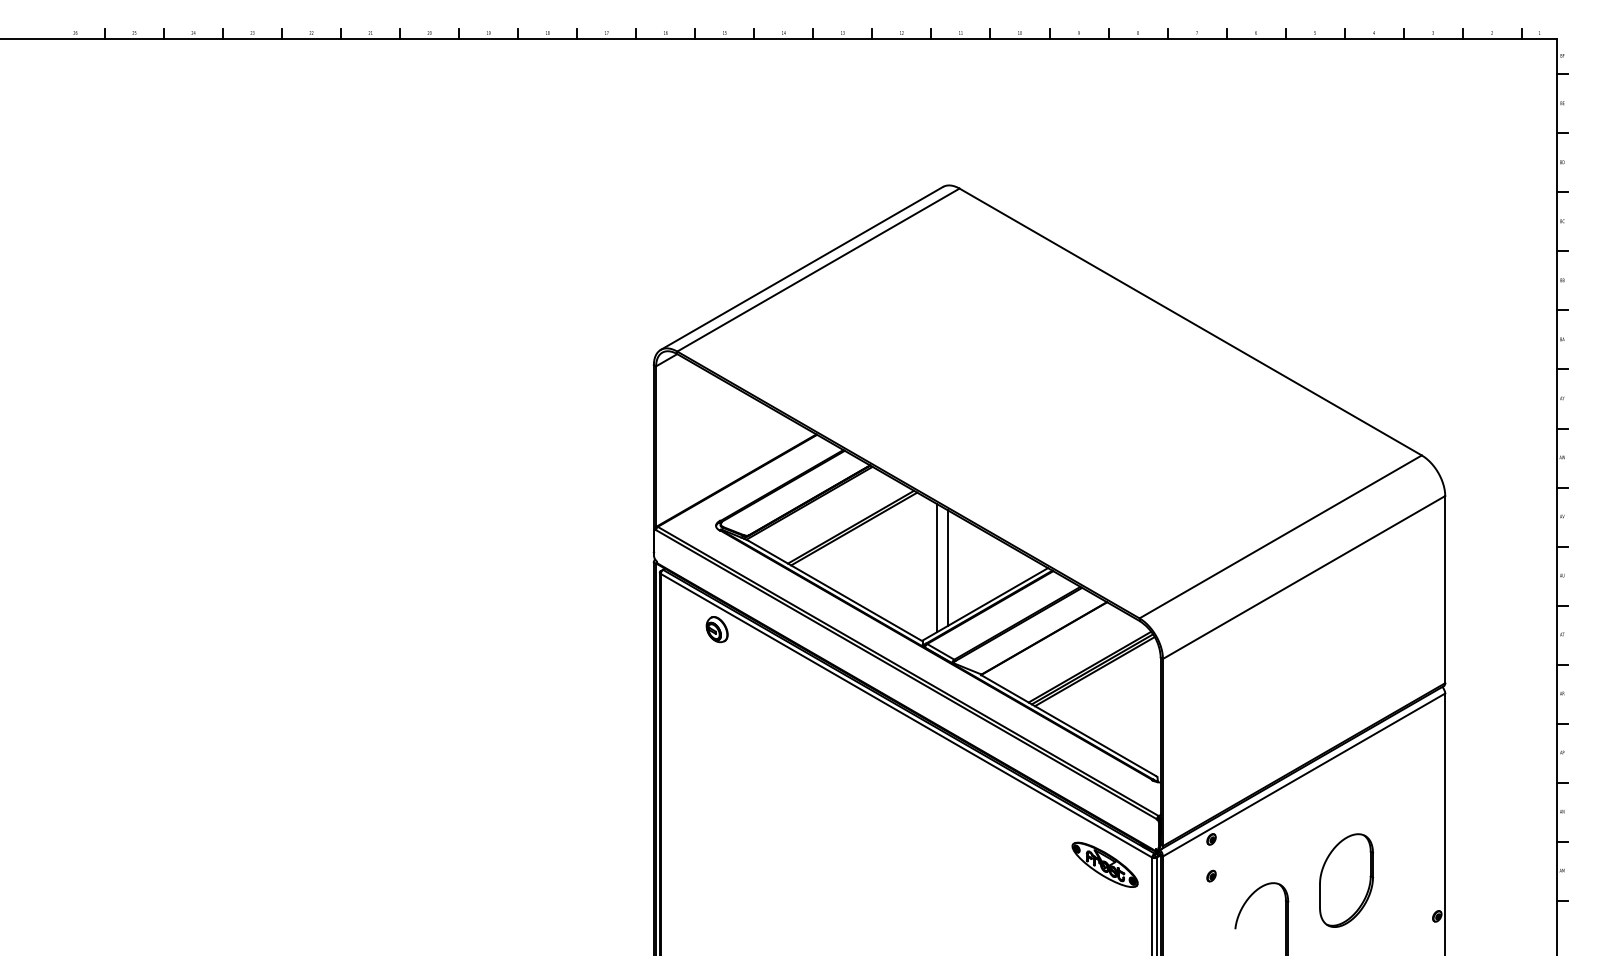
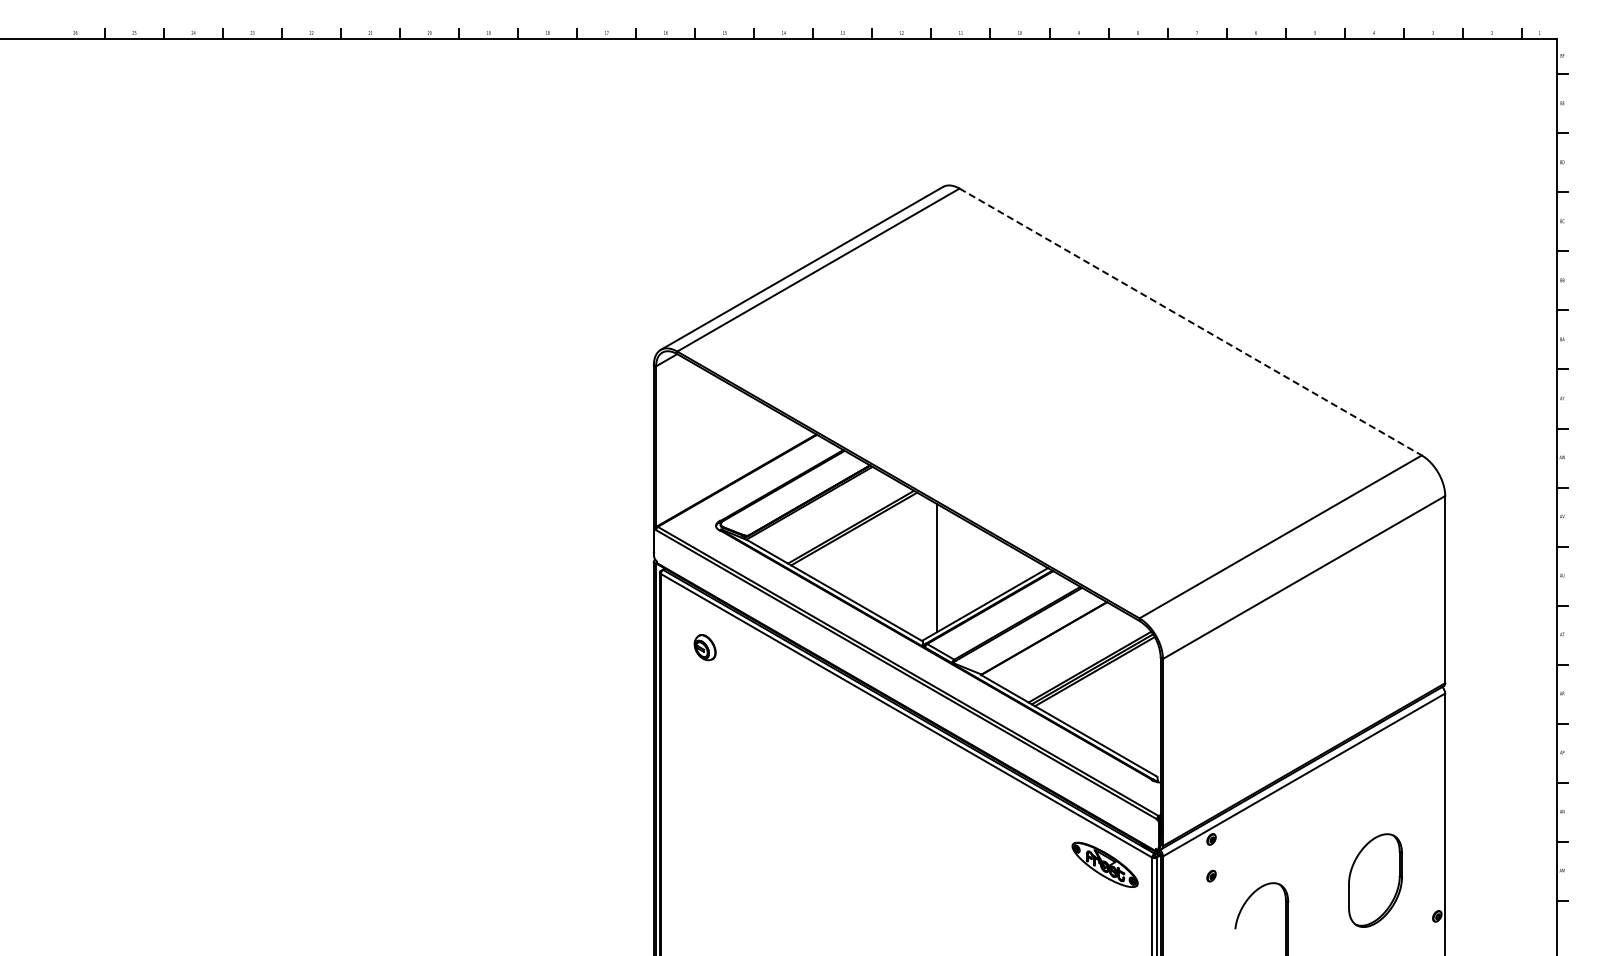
line at (1190, 322): solid -> dashed
line at (947, 568): present -> none
part at (716, 629) position: (716, 629) -> (704, 647)
part at (1346, 880) position: (1346, 880) -> (1375, 880)
